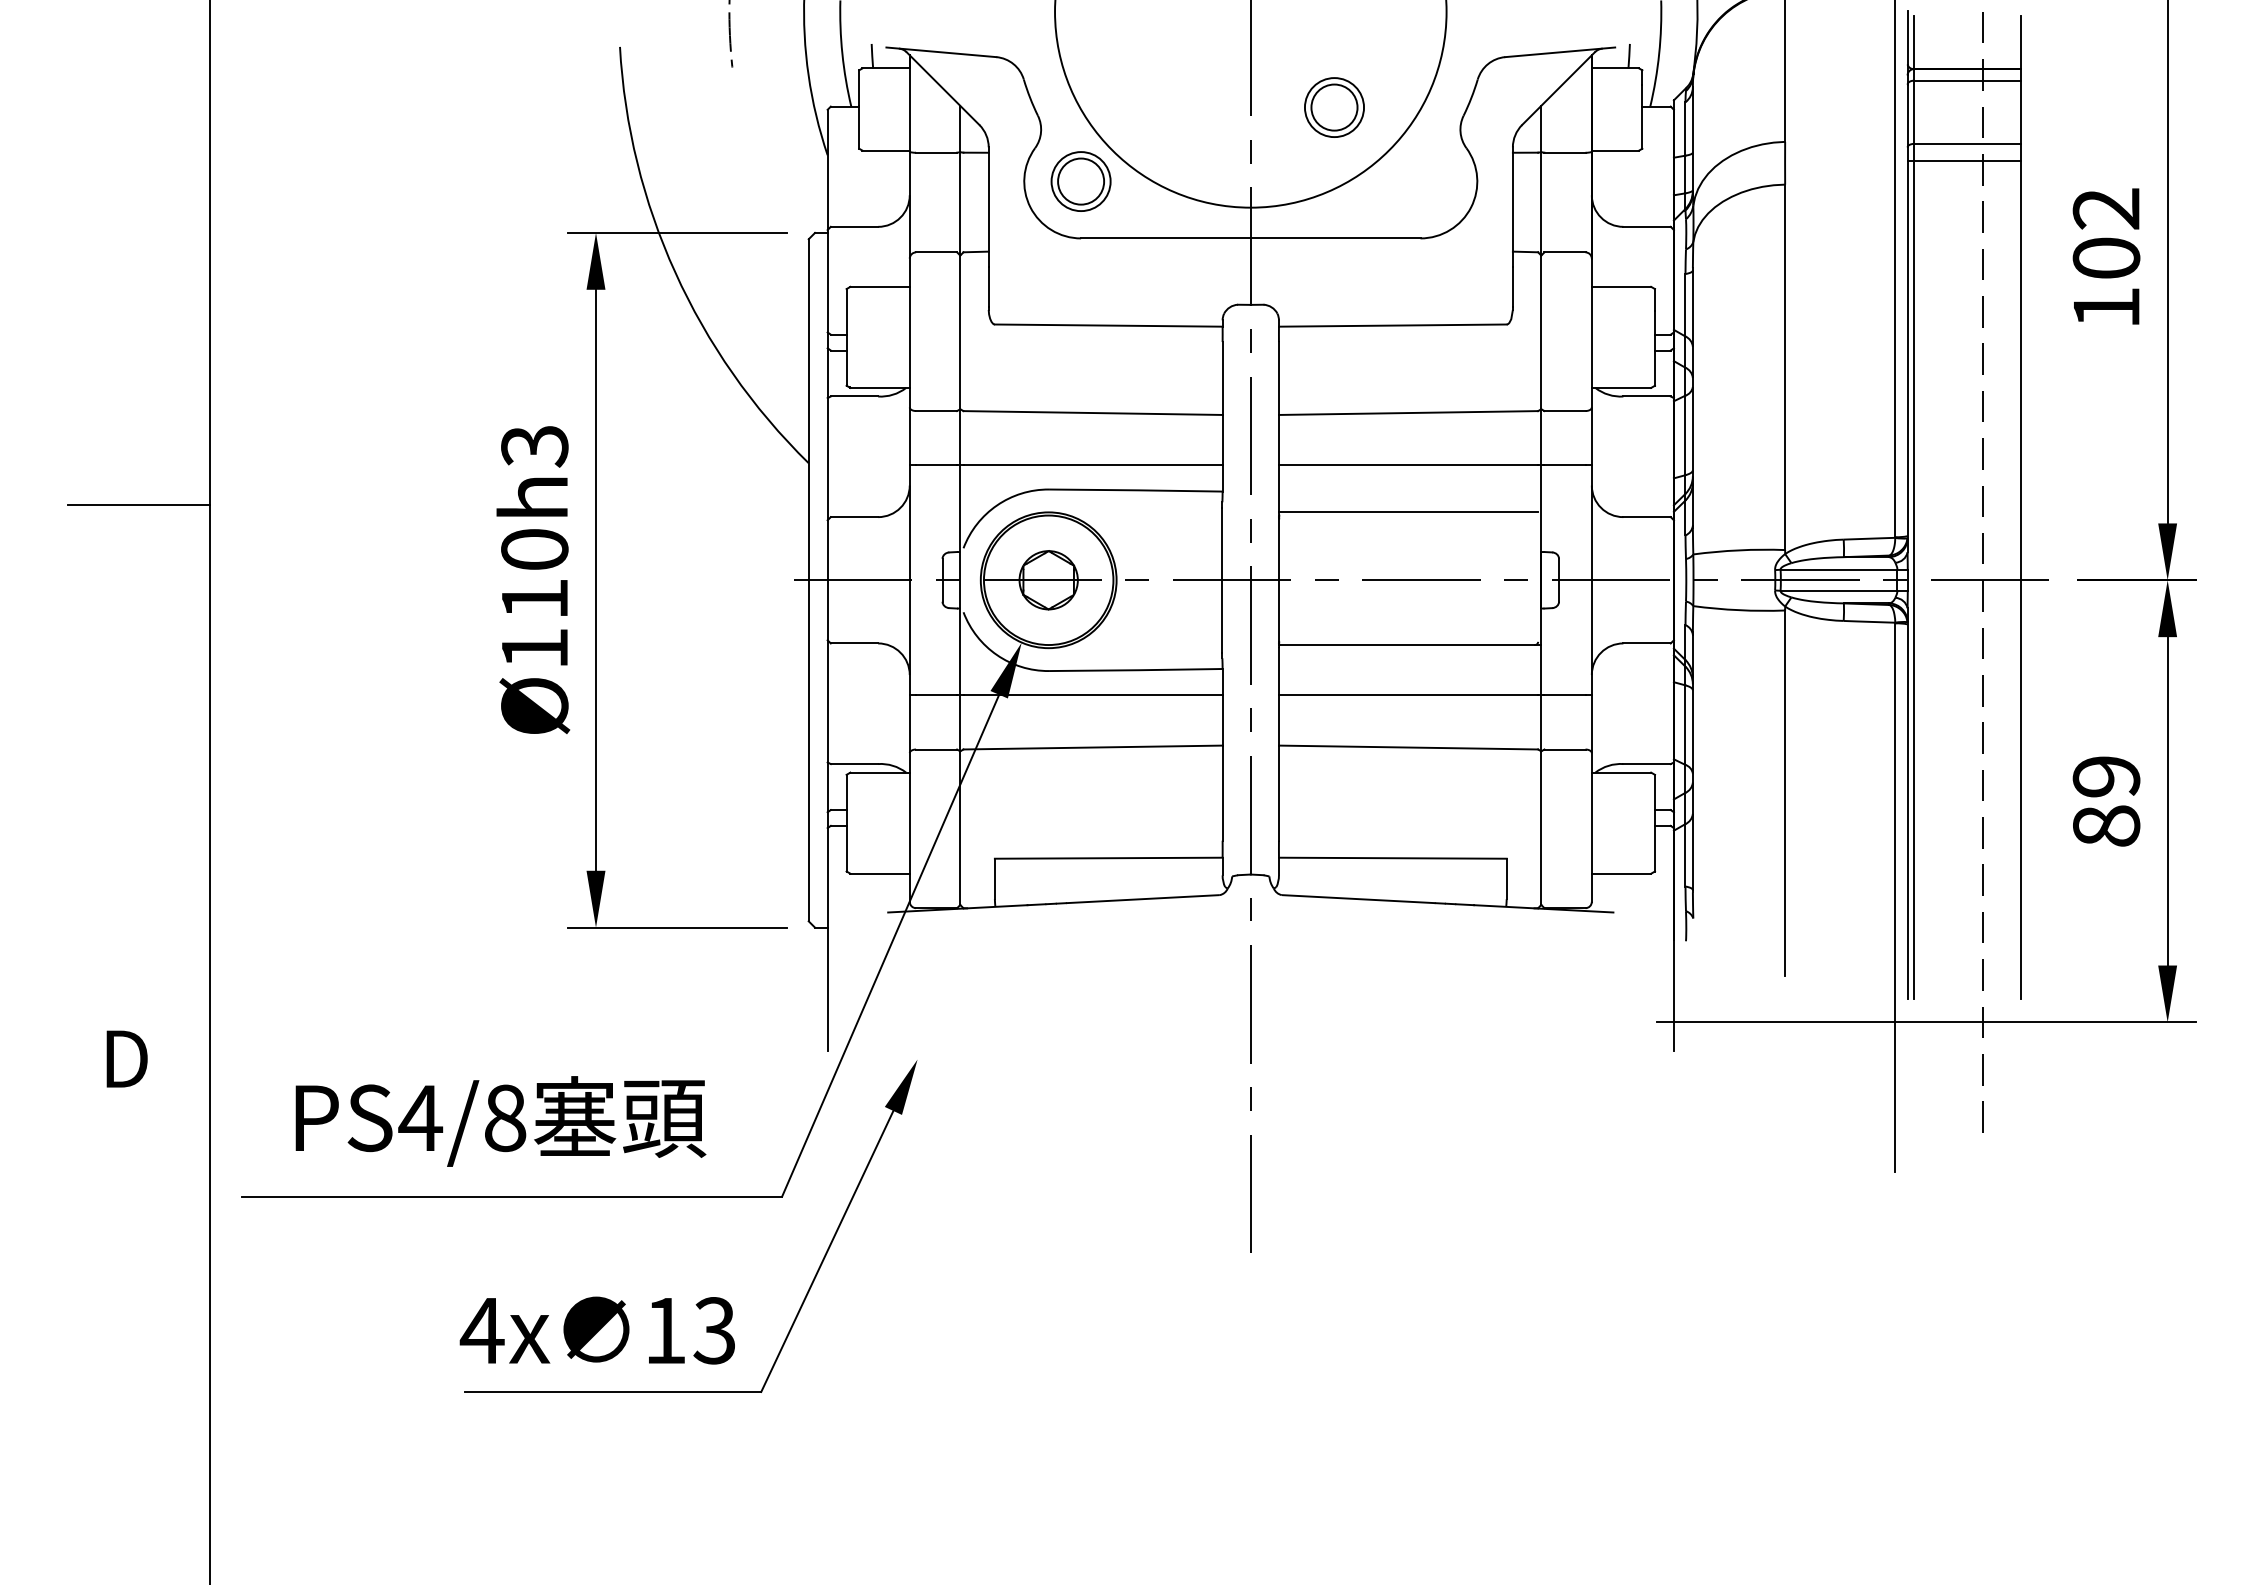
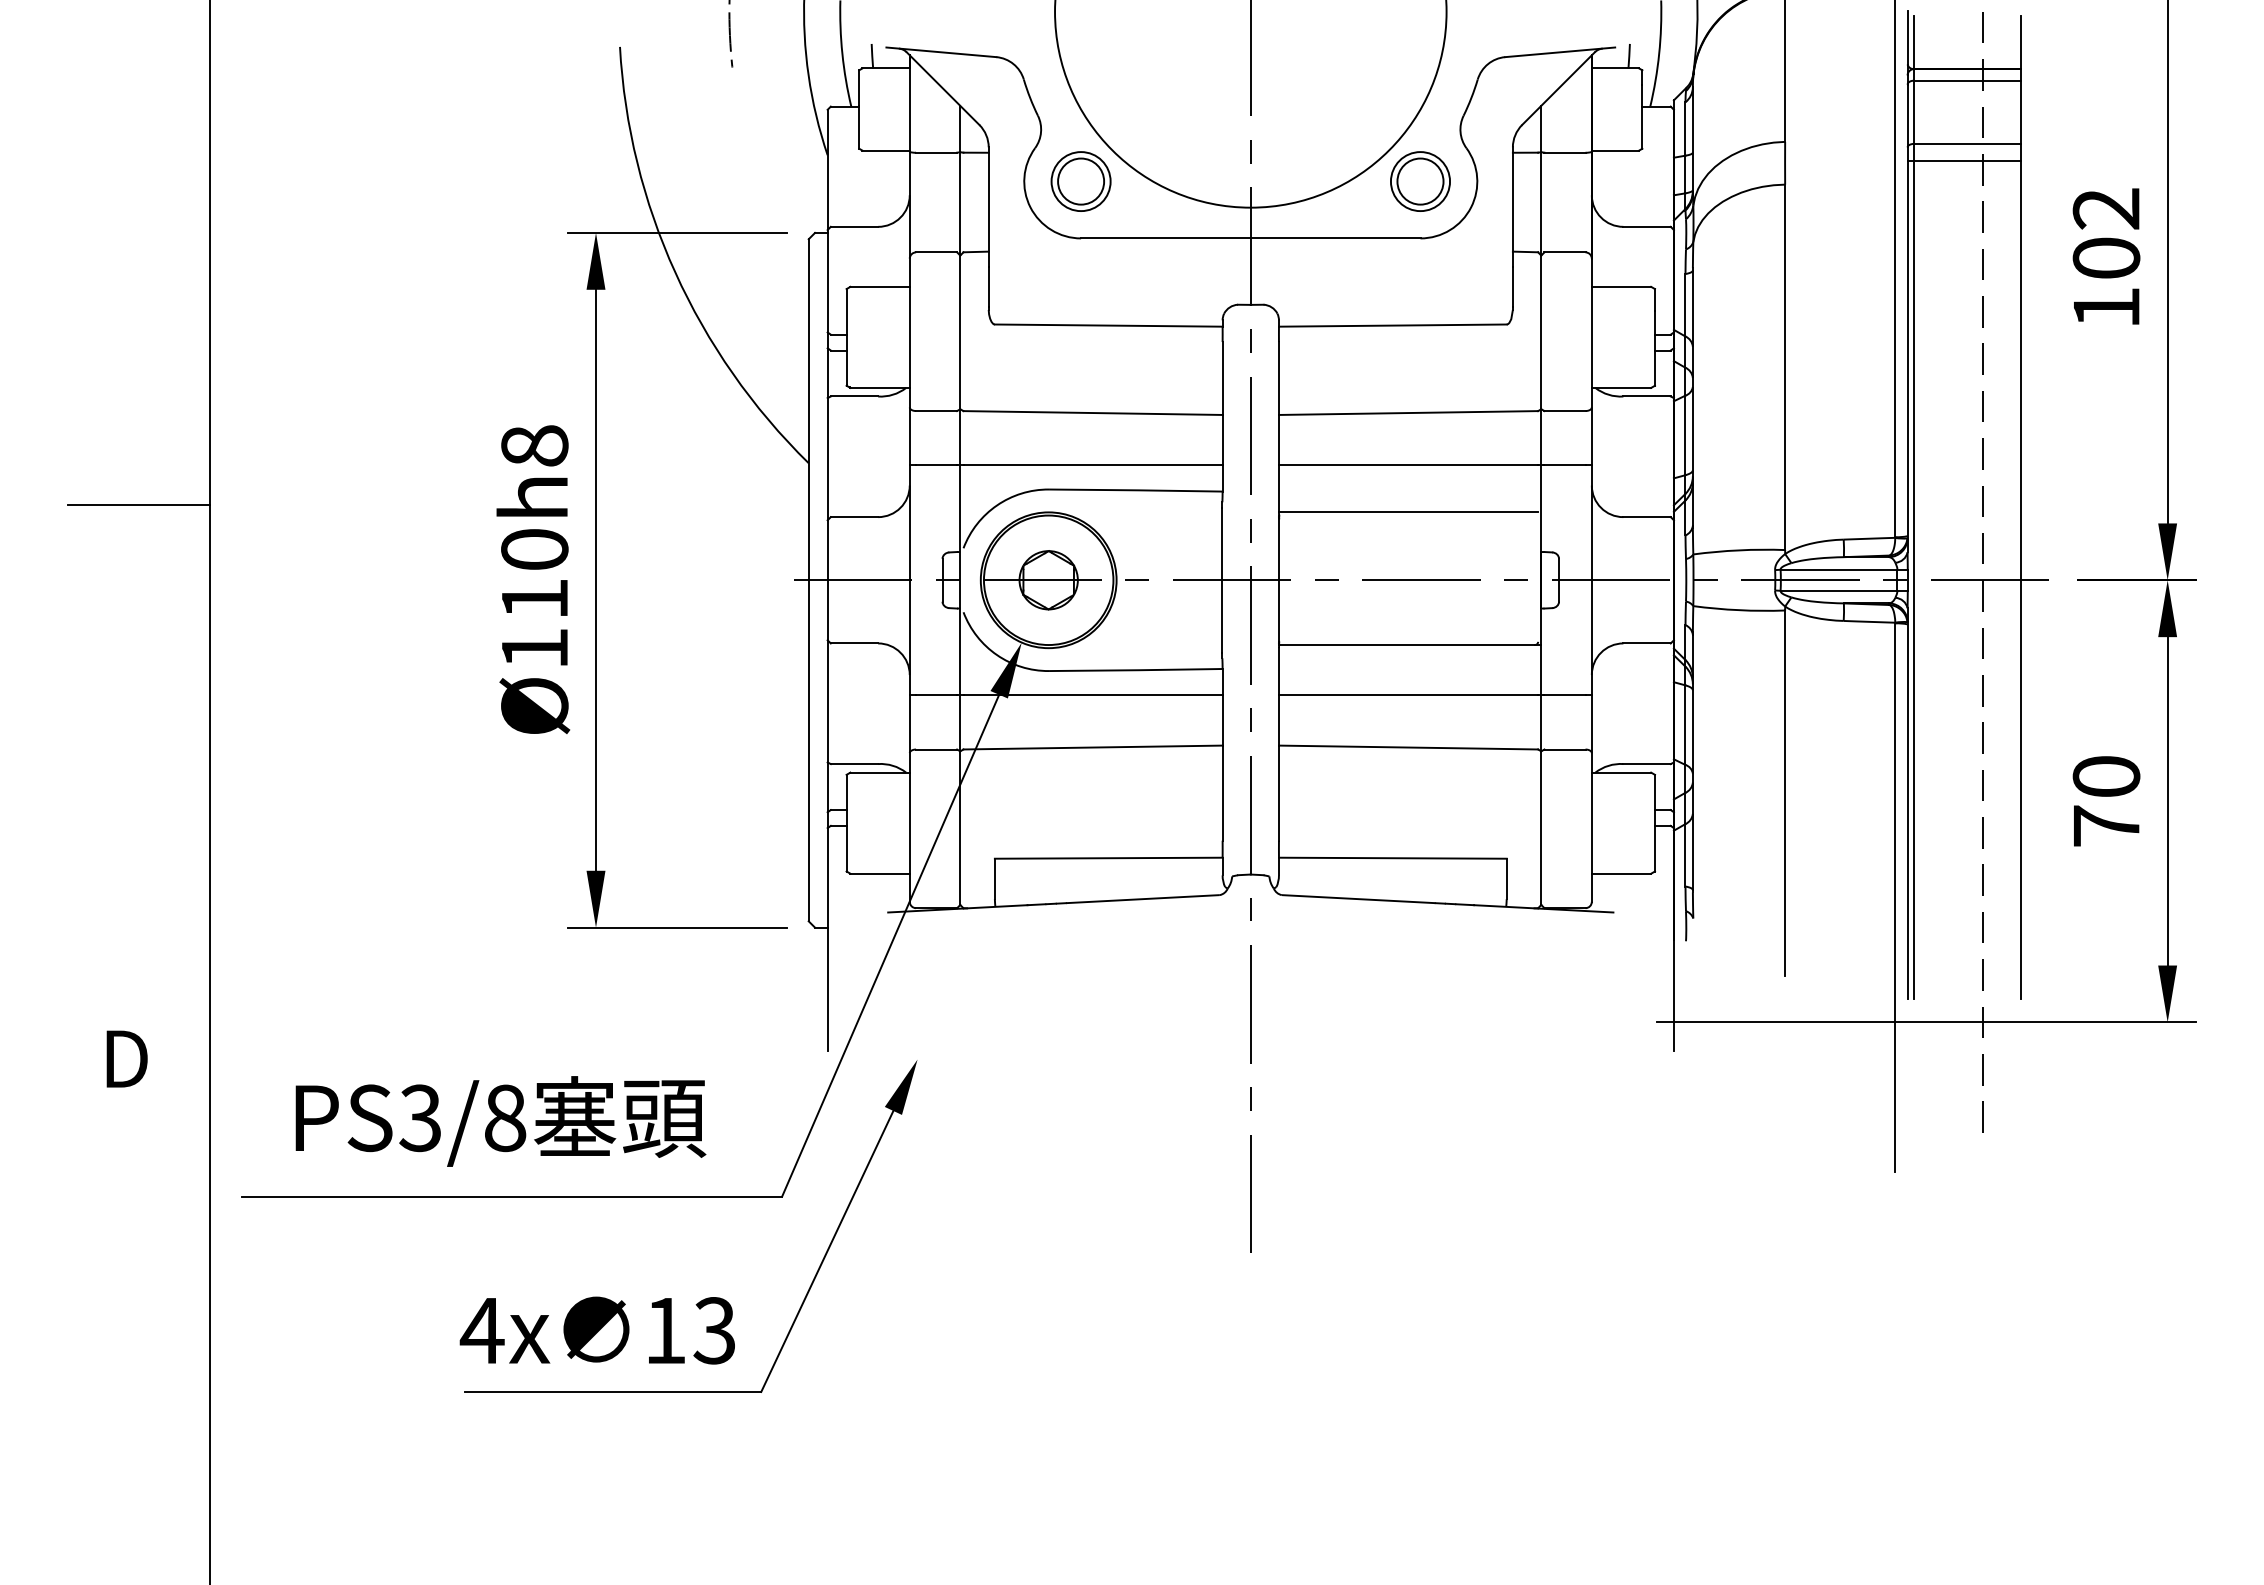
part at (1334, 107) position: (1334, 107) -> (1420, 181)
text at (534, 446): Ø110h3 -> Ø110h8
text at (2106, 801): 89 -> 70
text at (420, 1118): PS4/8 -> PS3/8
